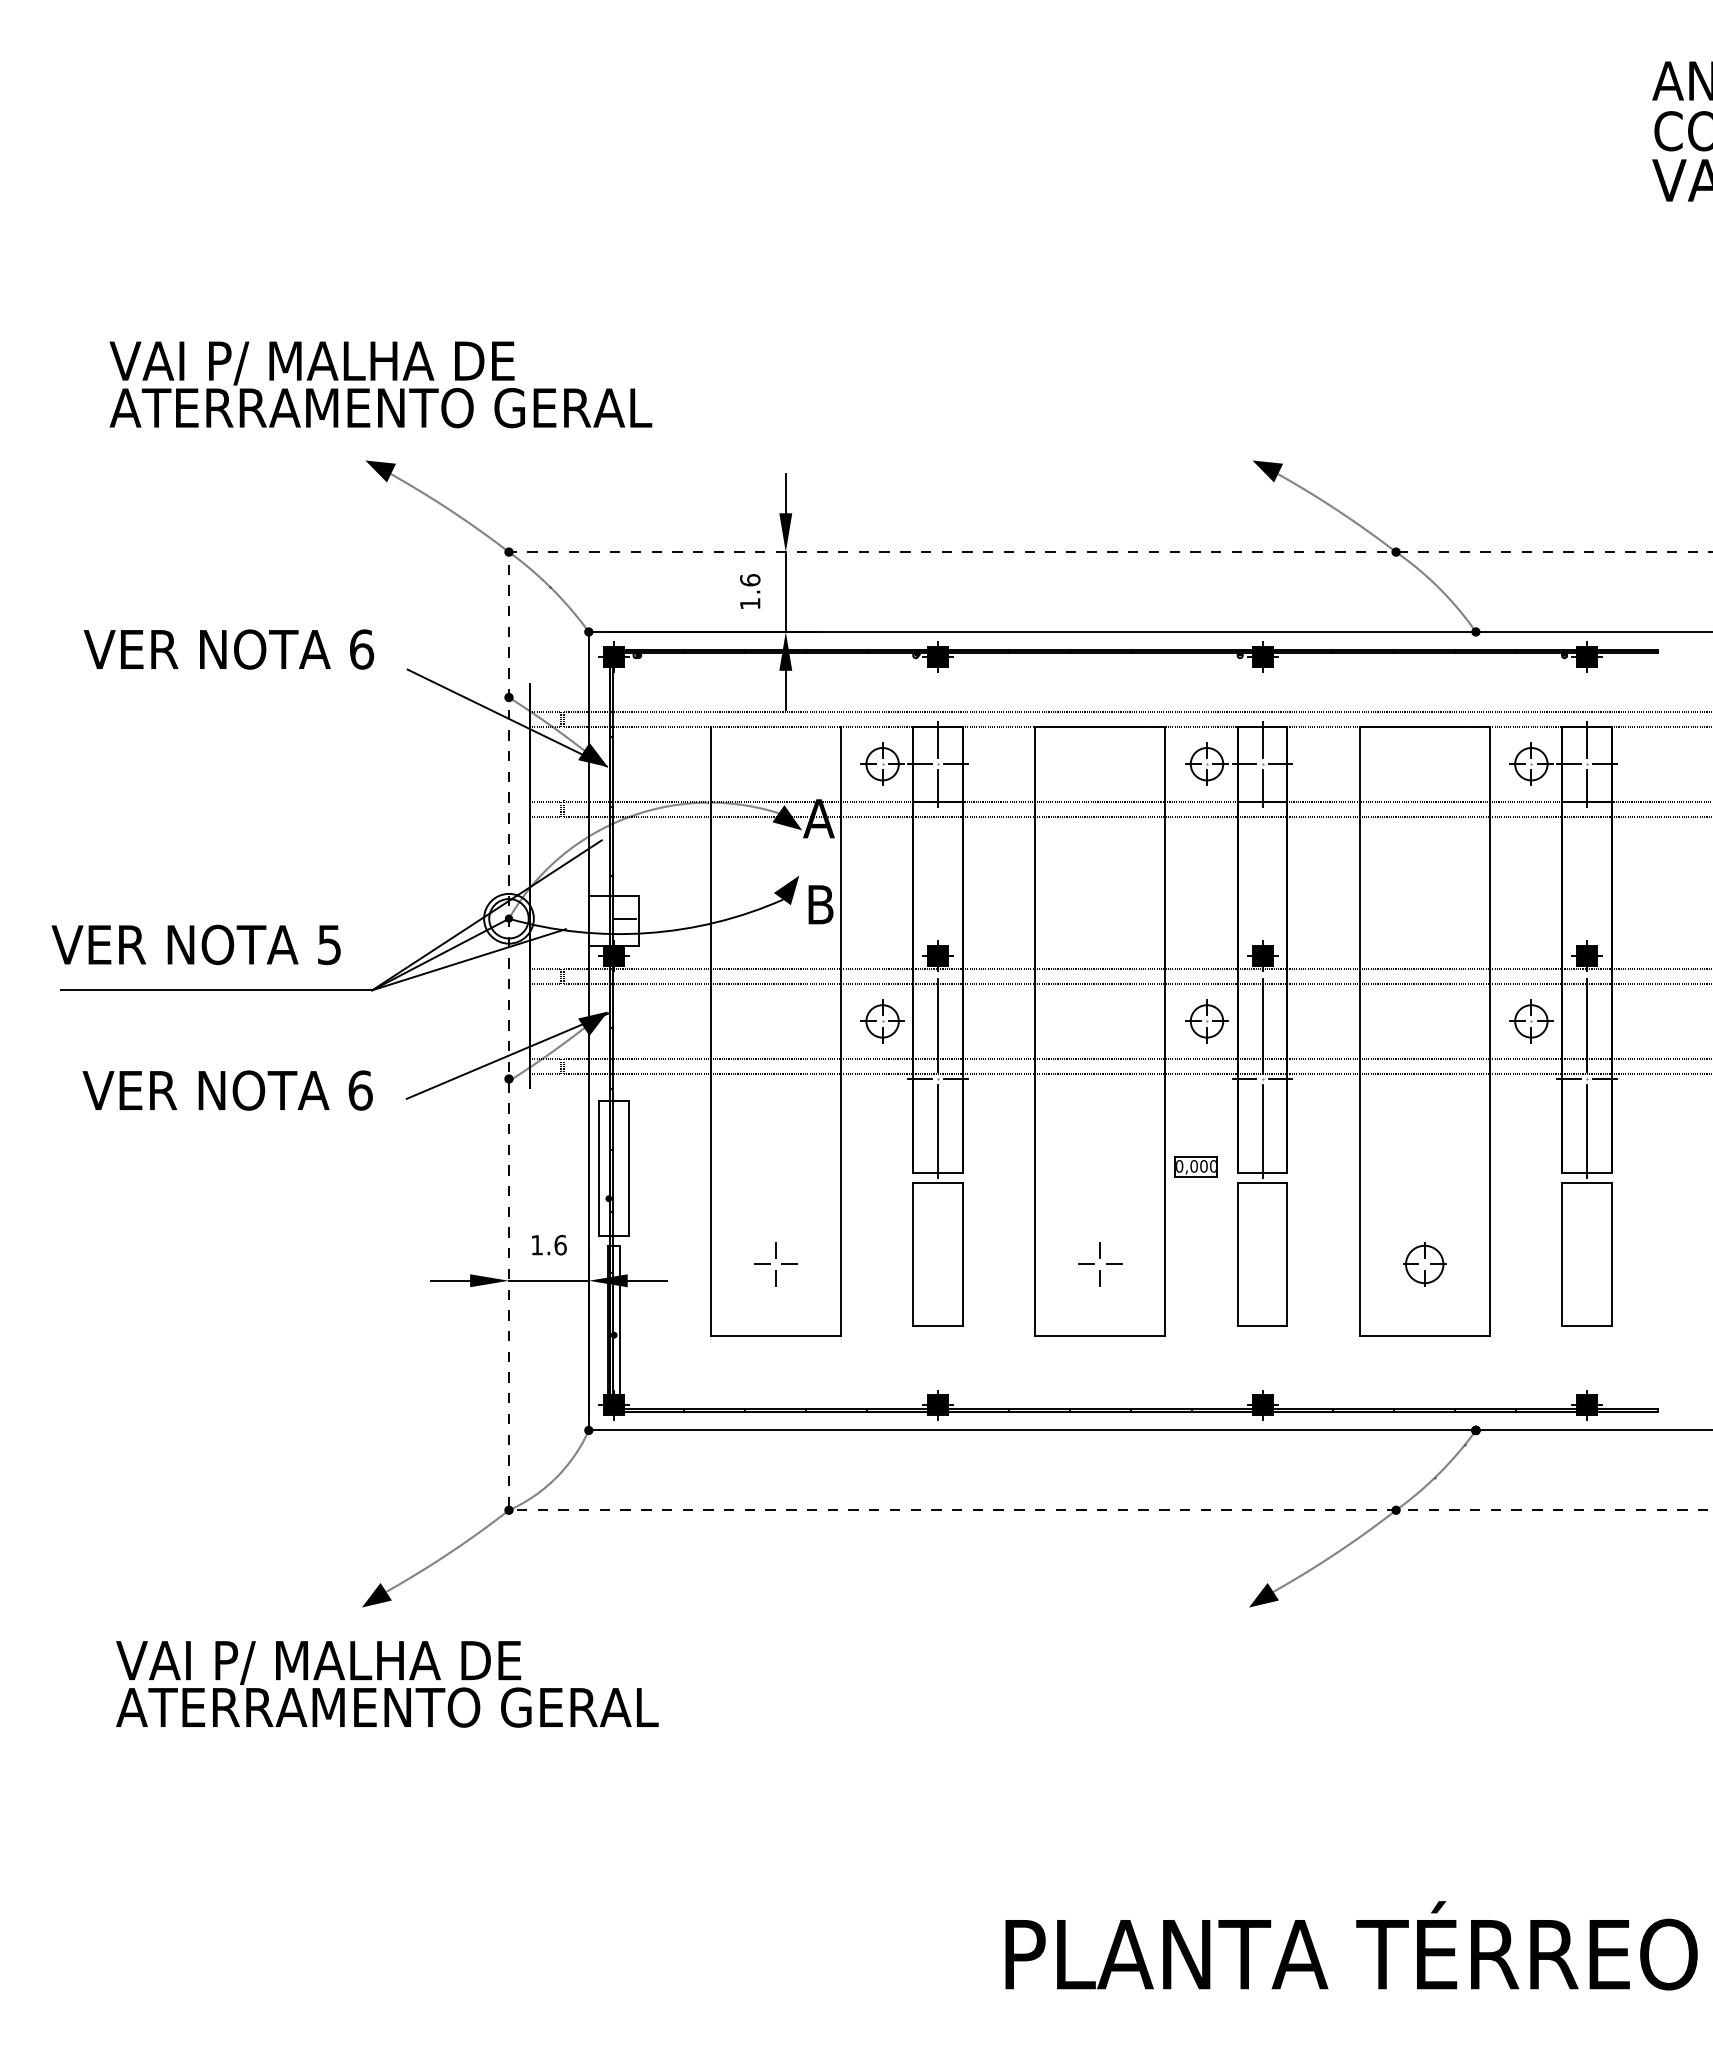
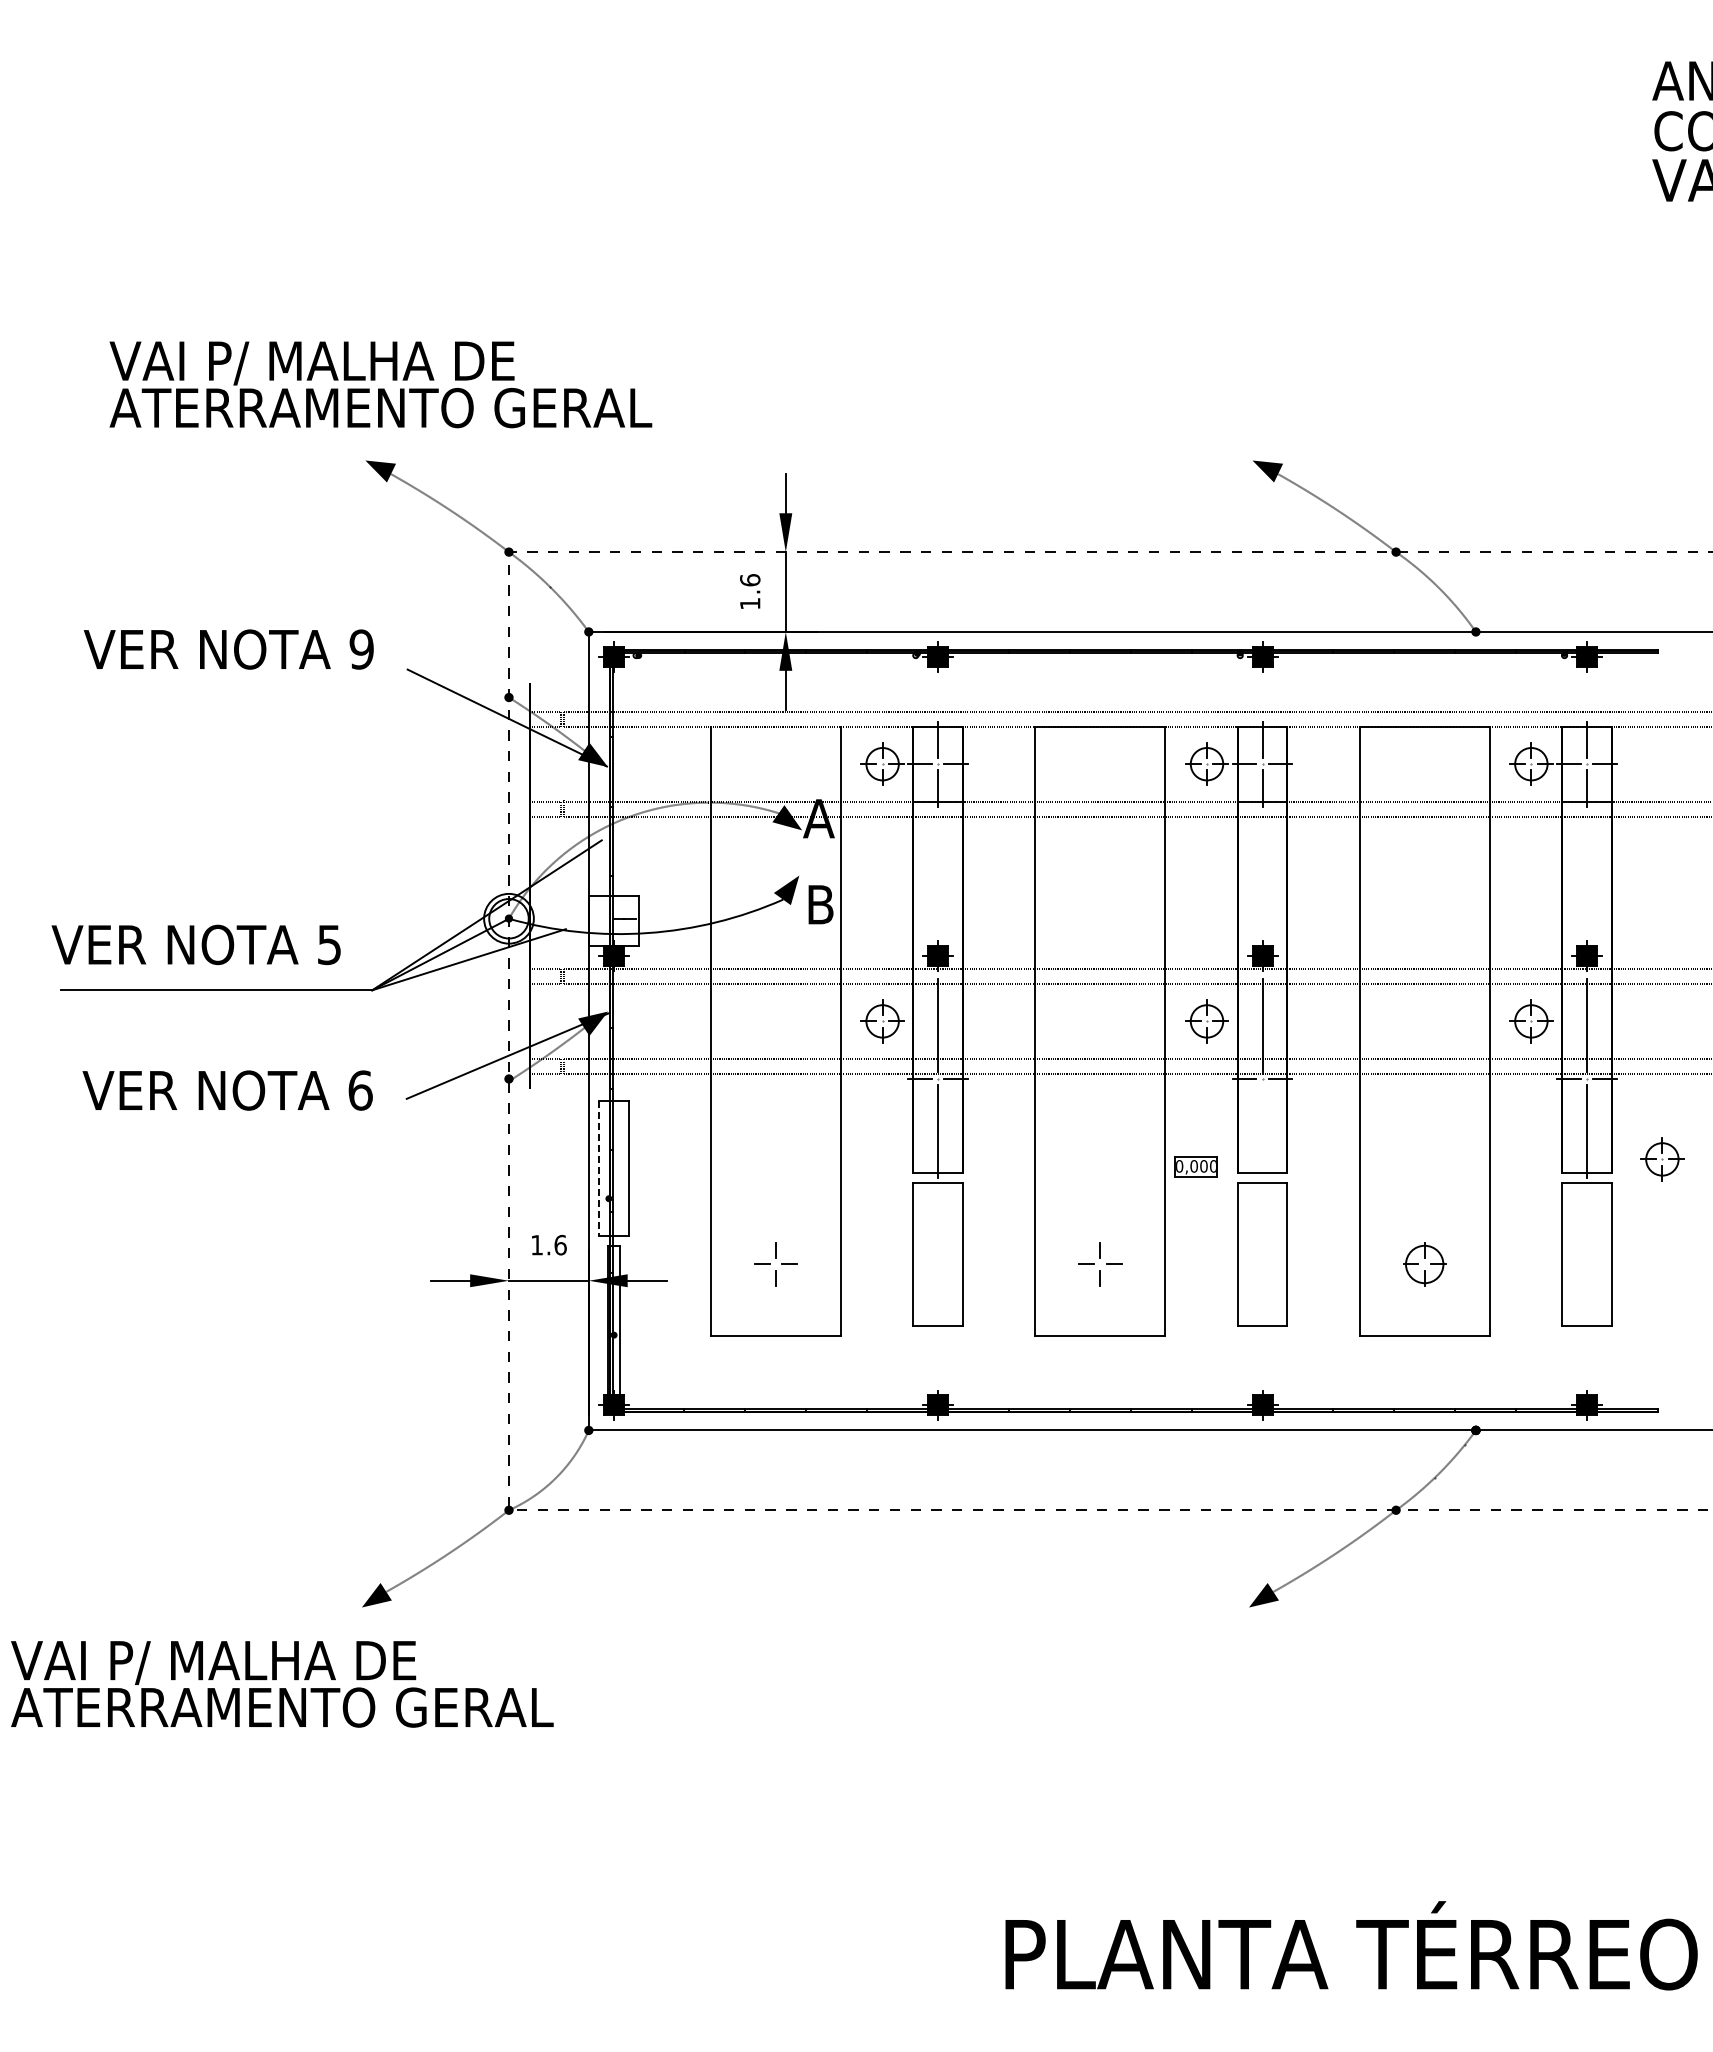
text at (361, 649): 6 -> 9
line at (1262, 1131): present -> none
part at (1662, 1159): none -> present
line at (598, 1168): solid -> dashed
text at (387, 1684) position: (387, 1684) -> (282, 1684)
